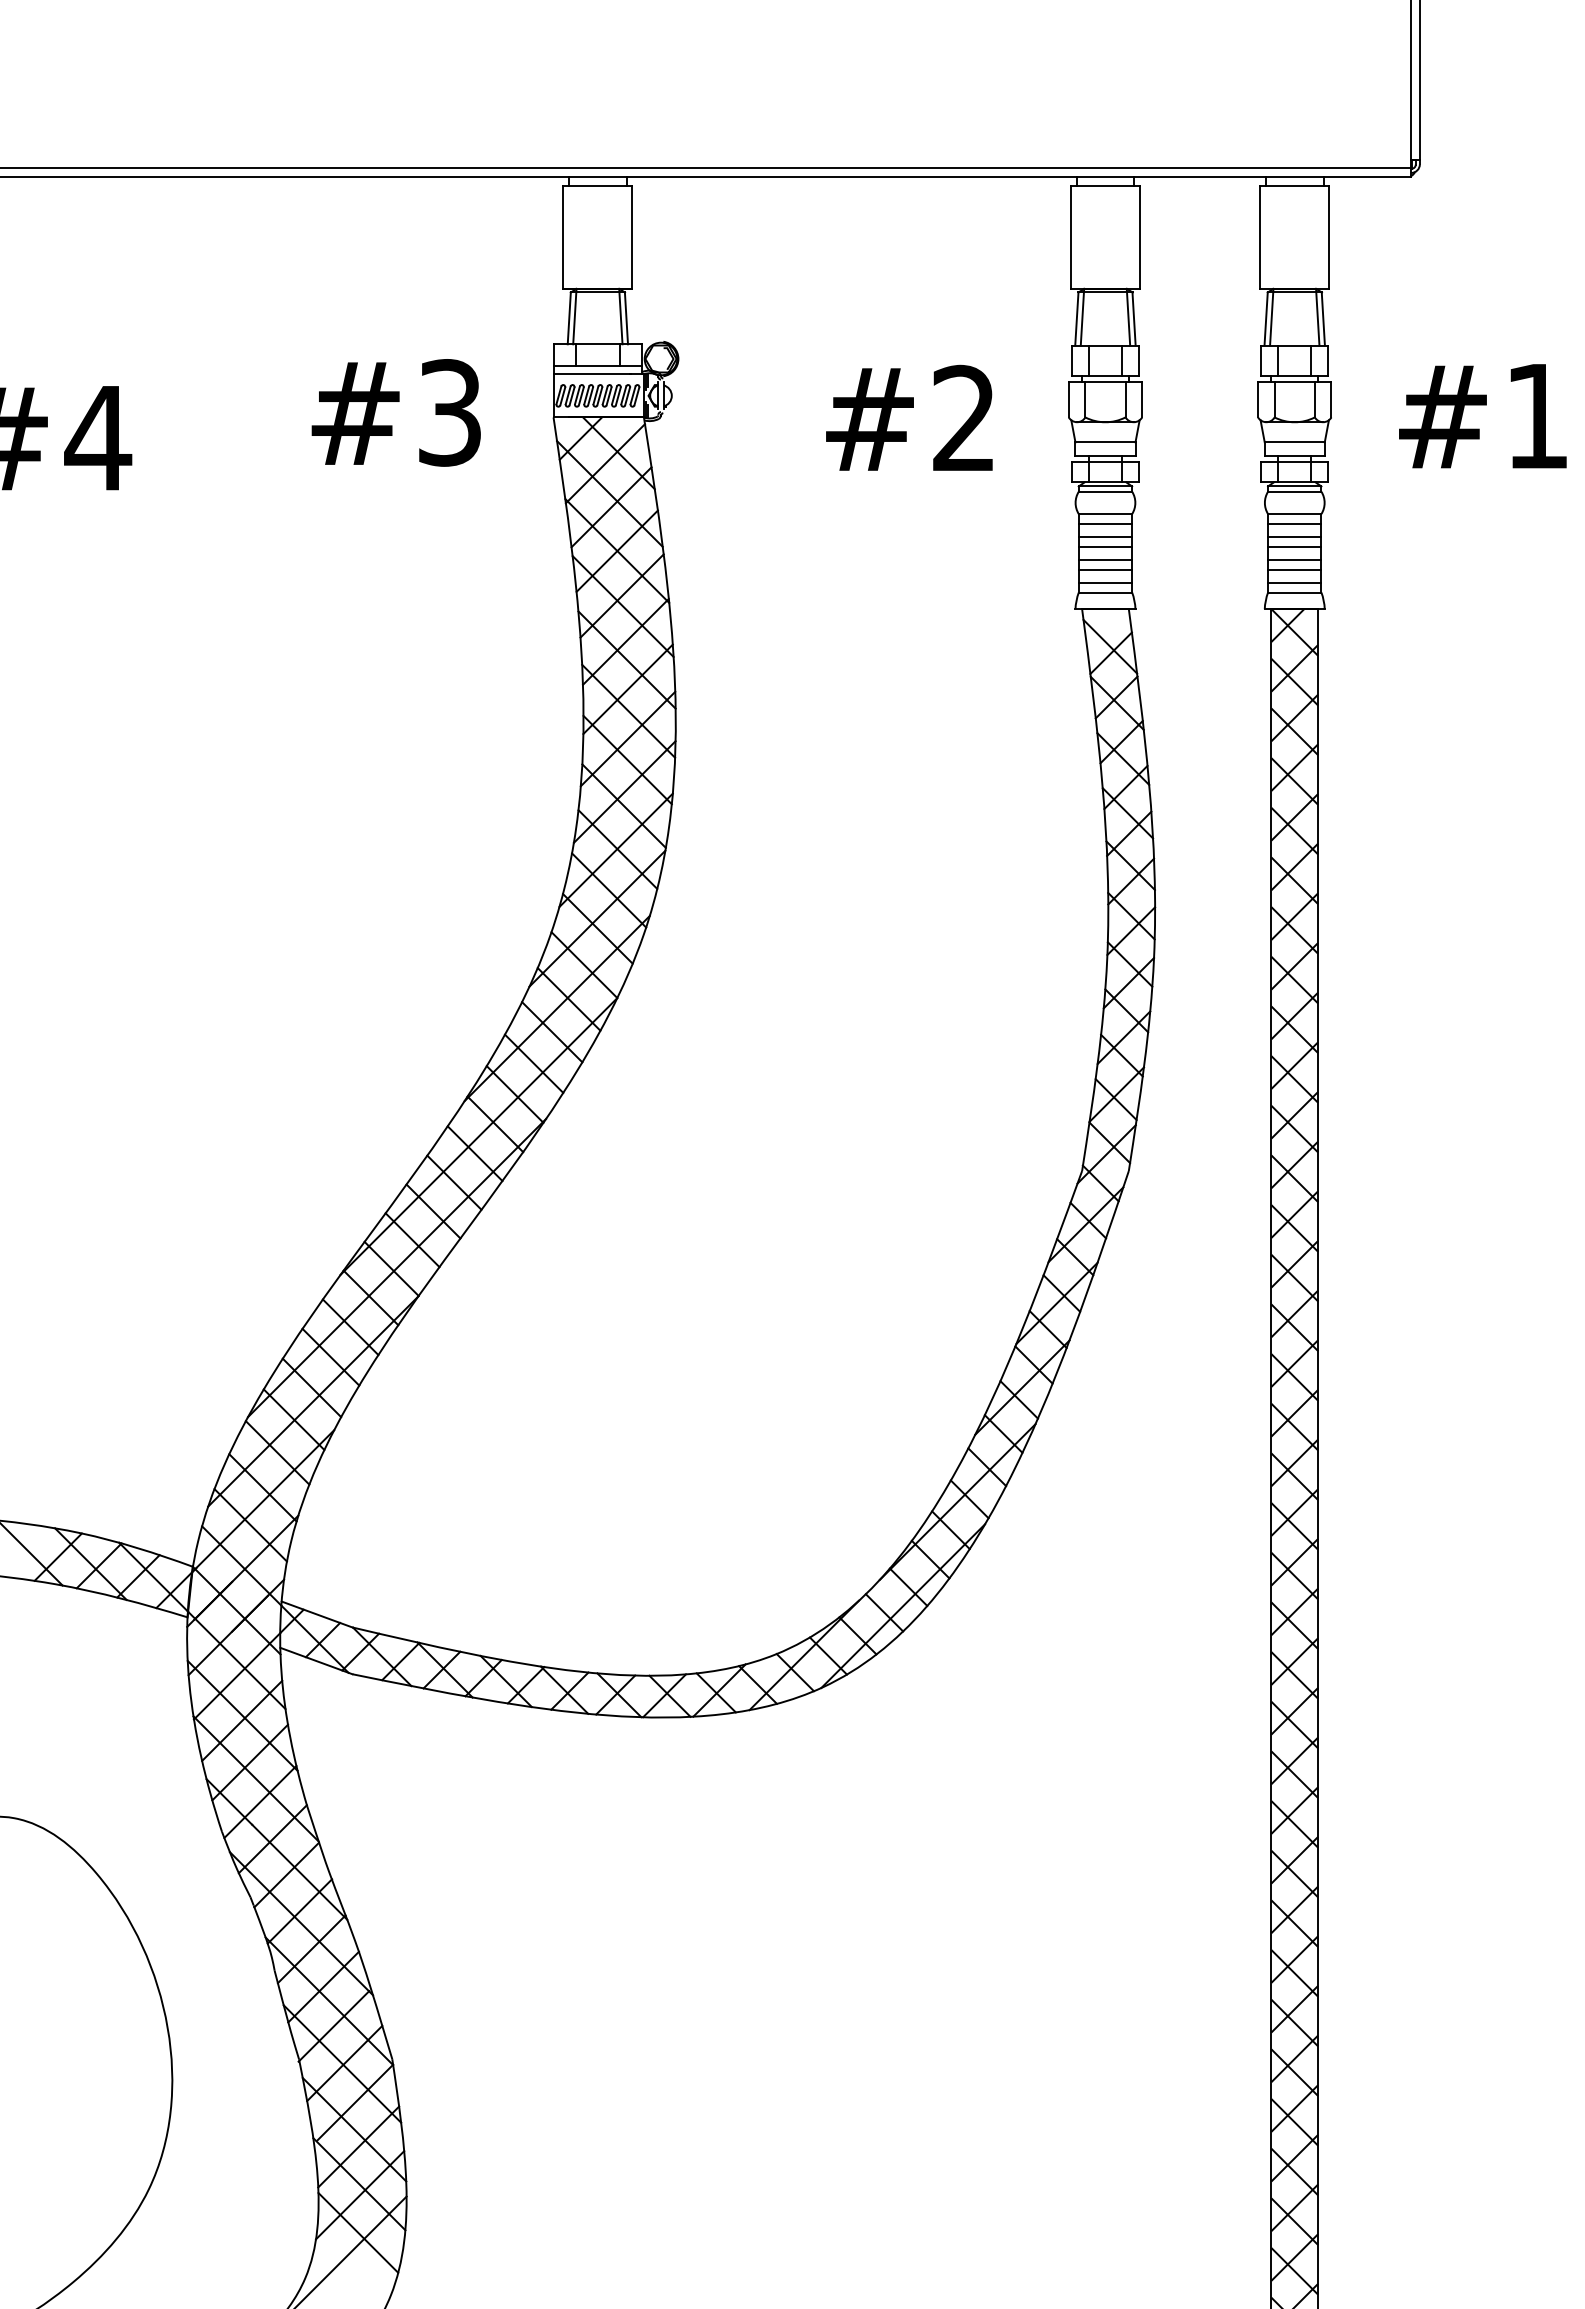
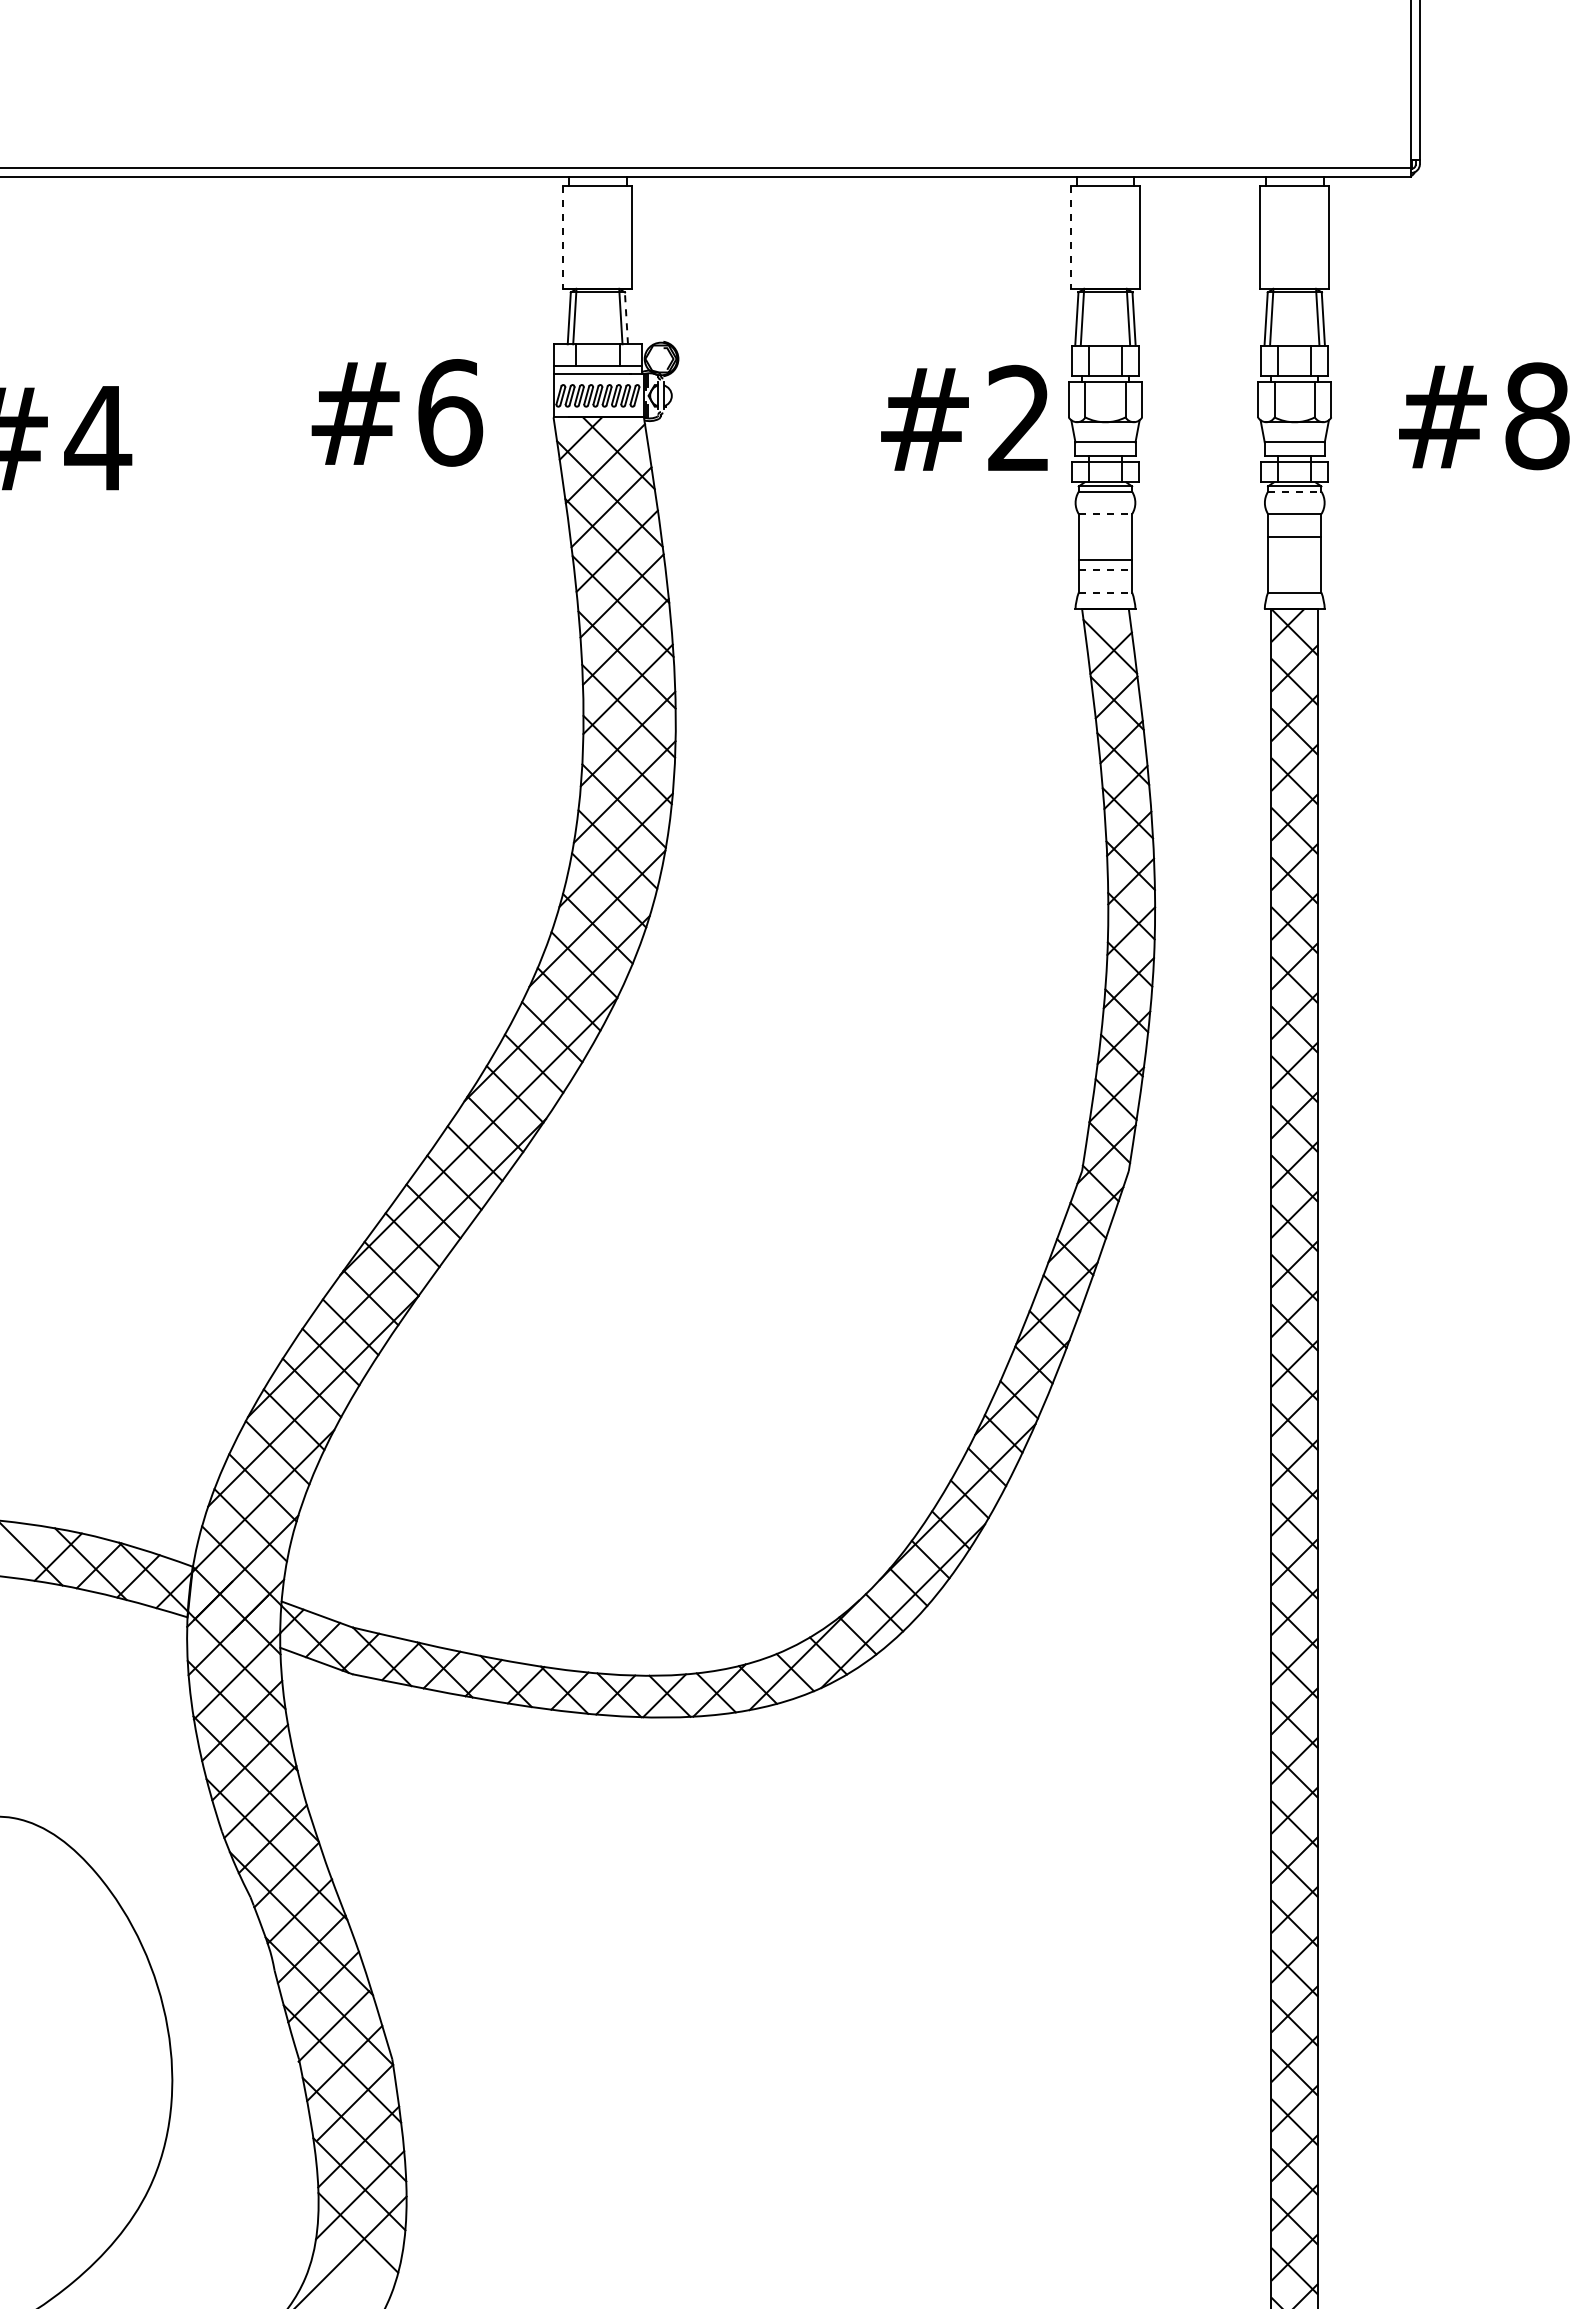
line at (563, 237): solid -> dashed
line at (1071, 237): solid -> dashed
line at (626, 318): solid -> dashed
text at (450, 412): #3 -> #6
text at (1537, 416): #1 -> #8
text at (909, 417) position: (909, 417) -> (964, 417)
line at (1294, 491): solid -> dashed
line at (1105, 514): solid -> dashed
line at (1105, 523): present -> none
line at (1294, 523): present -> none
line at (1105, 537): present -> none
line at (1105, 546): present -> none
line at (1294, 546): present -> none
line at (1294, 560): present -> none
line at (1105, 569): solid -> dashed
line at (1294, 569): present -> none
line at (1105, 582): present -> none
line at (1294, 582): present -> none
line at (1105, 592): solid -> dashed
